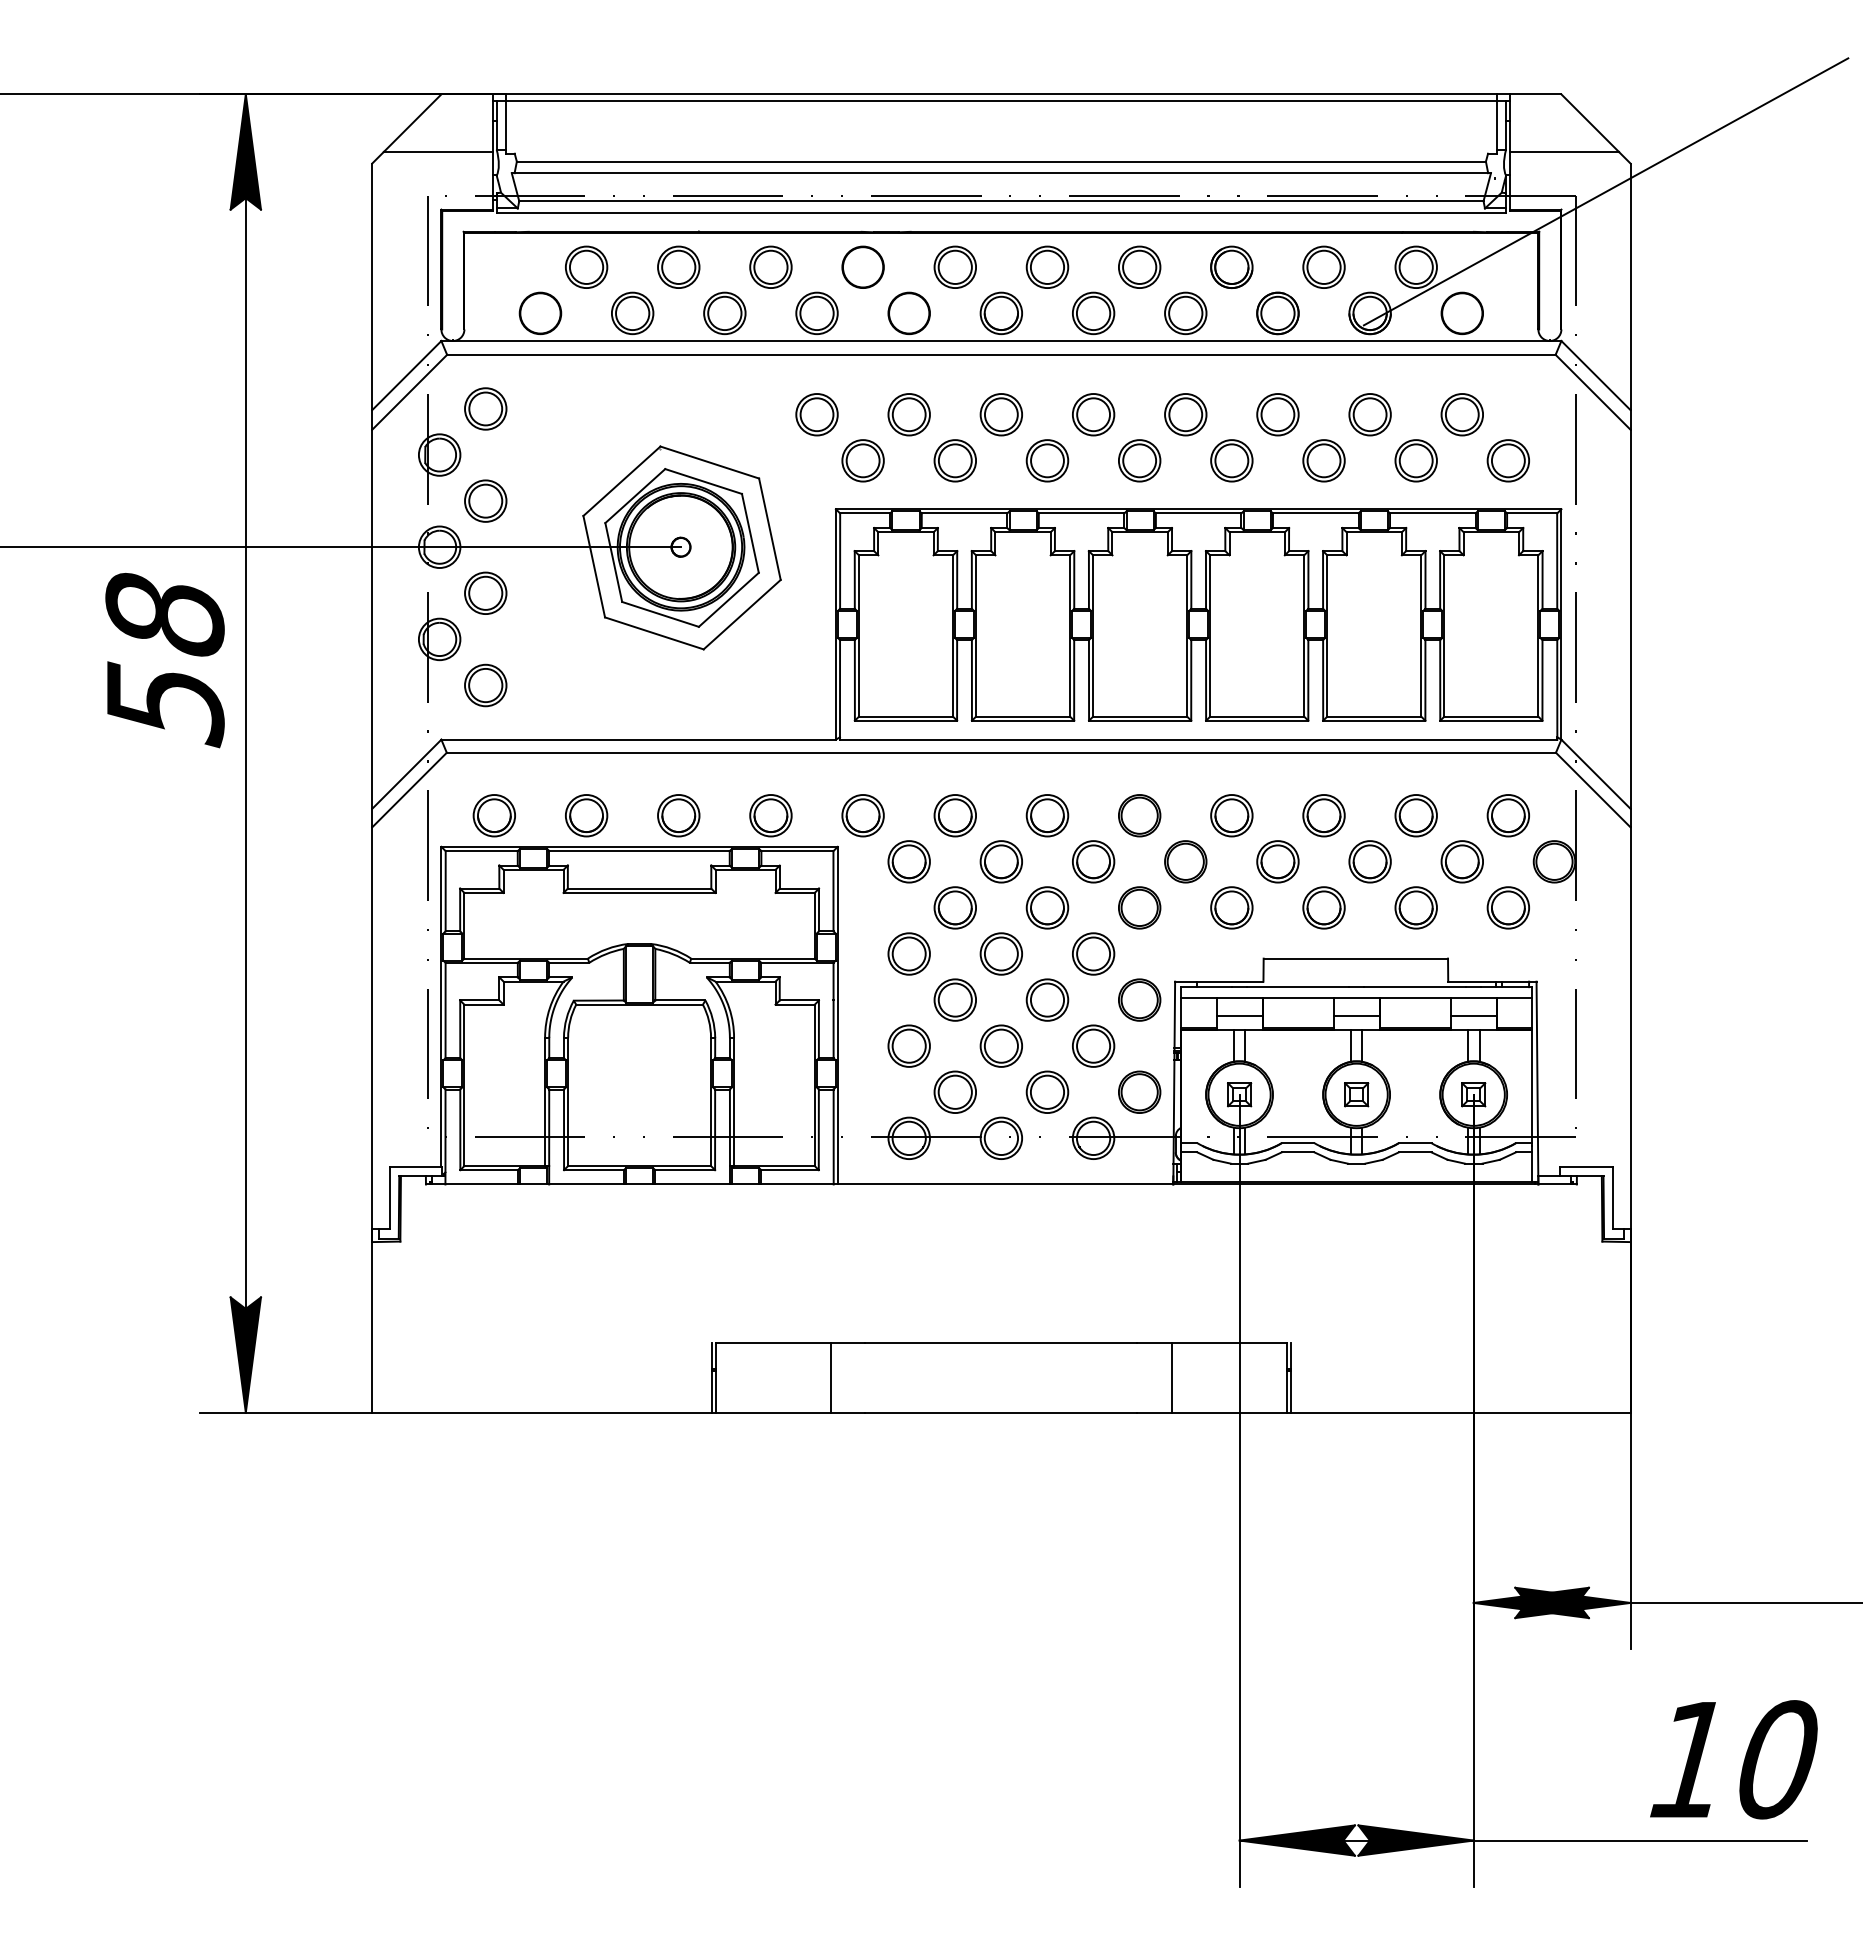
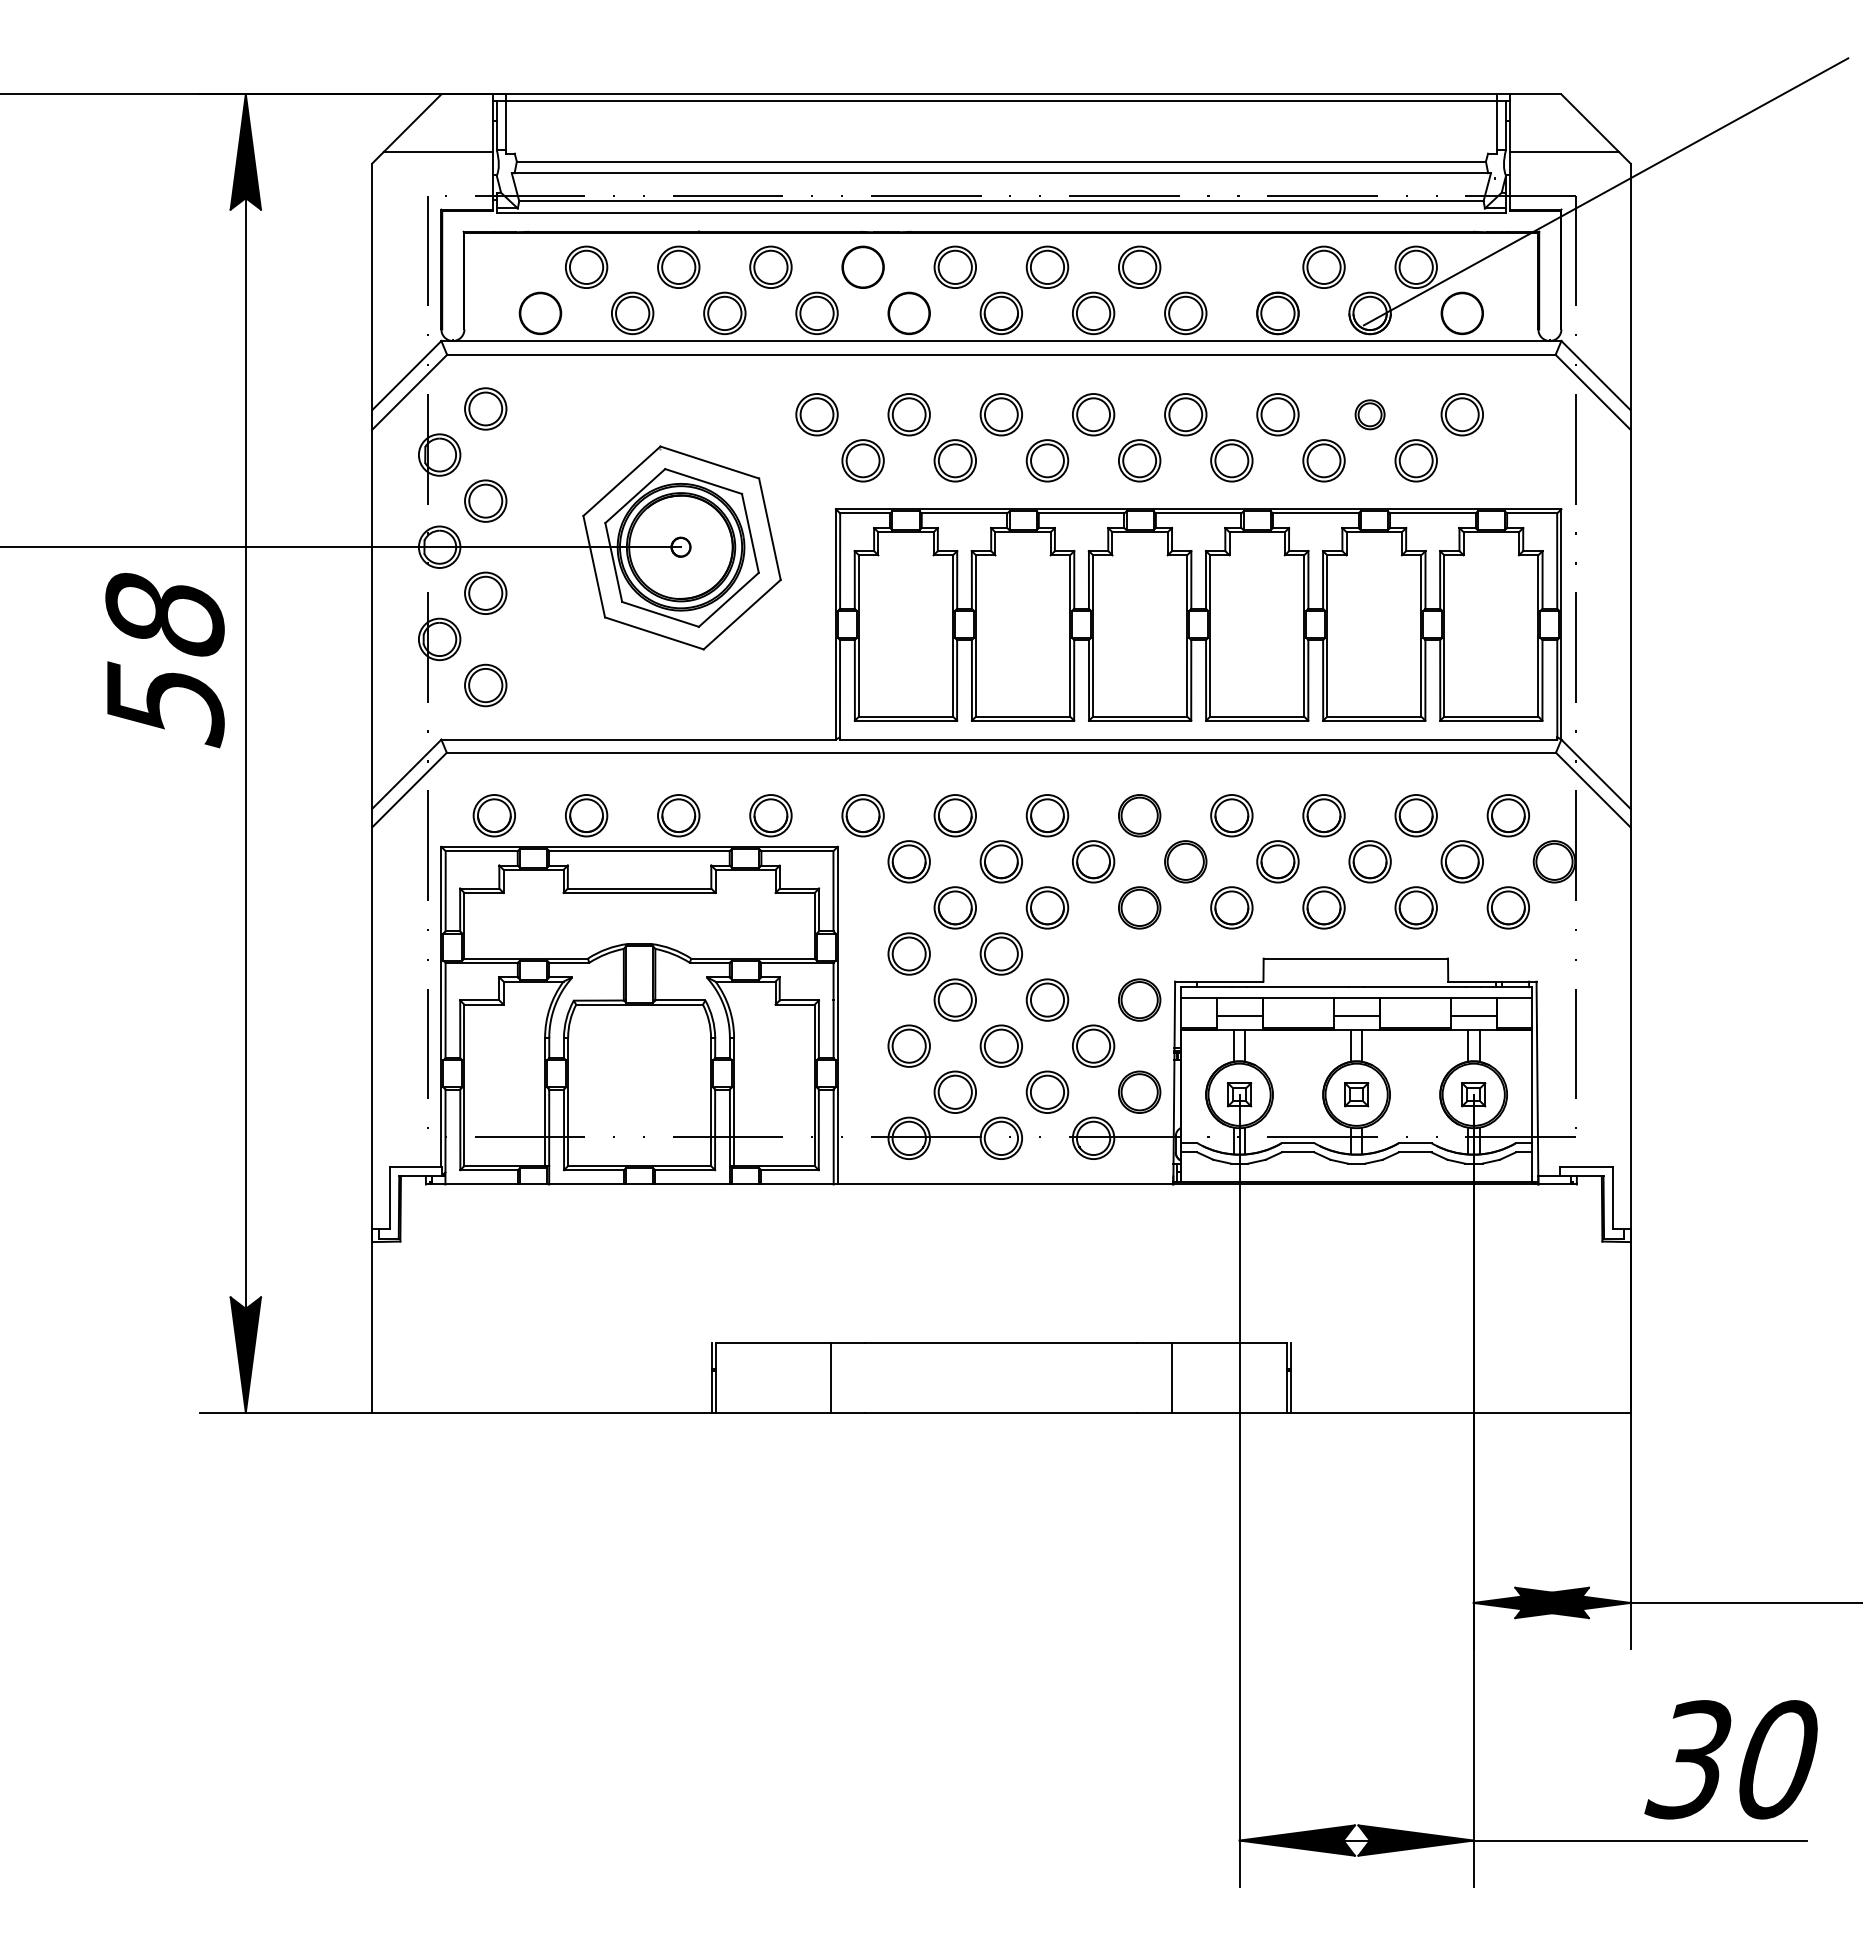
part at (1231, 266): present -> none
part at (1369, 414) size: 44x44 px -> 32x32 px
part at (1507, 460): present -> none
part at (1093, 953): present -> none
text at (1687, 1759): 10 -> 30
